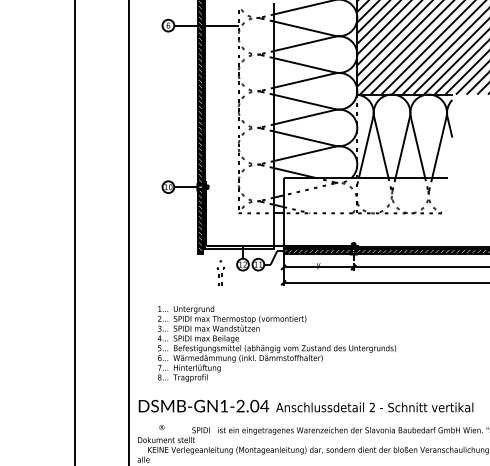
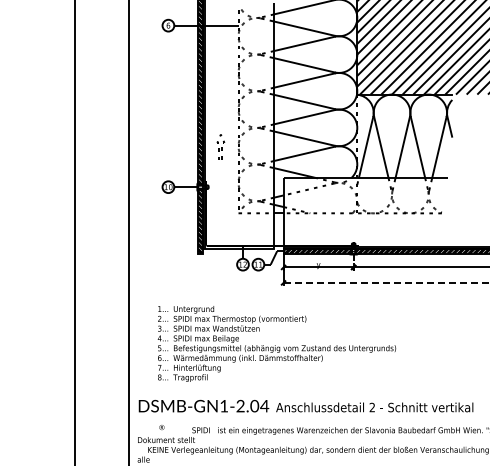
part at (220, 272) position: (220, 272) -> (220, 146)
line at (386, 282): solid -> dashed
